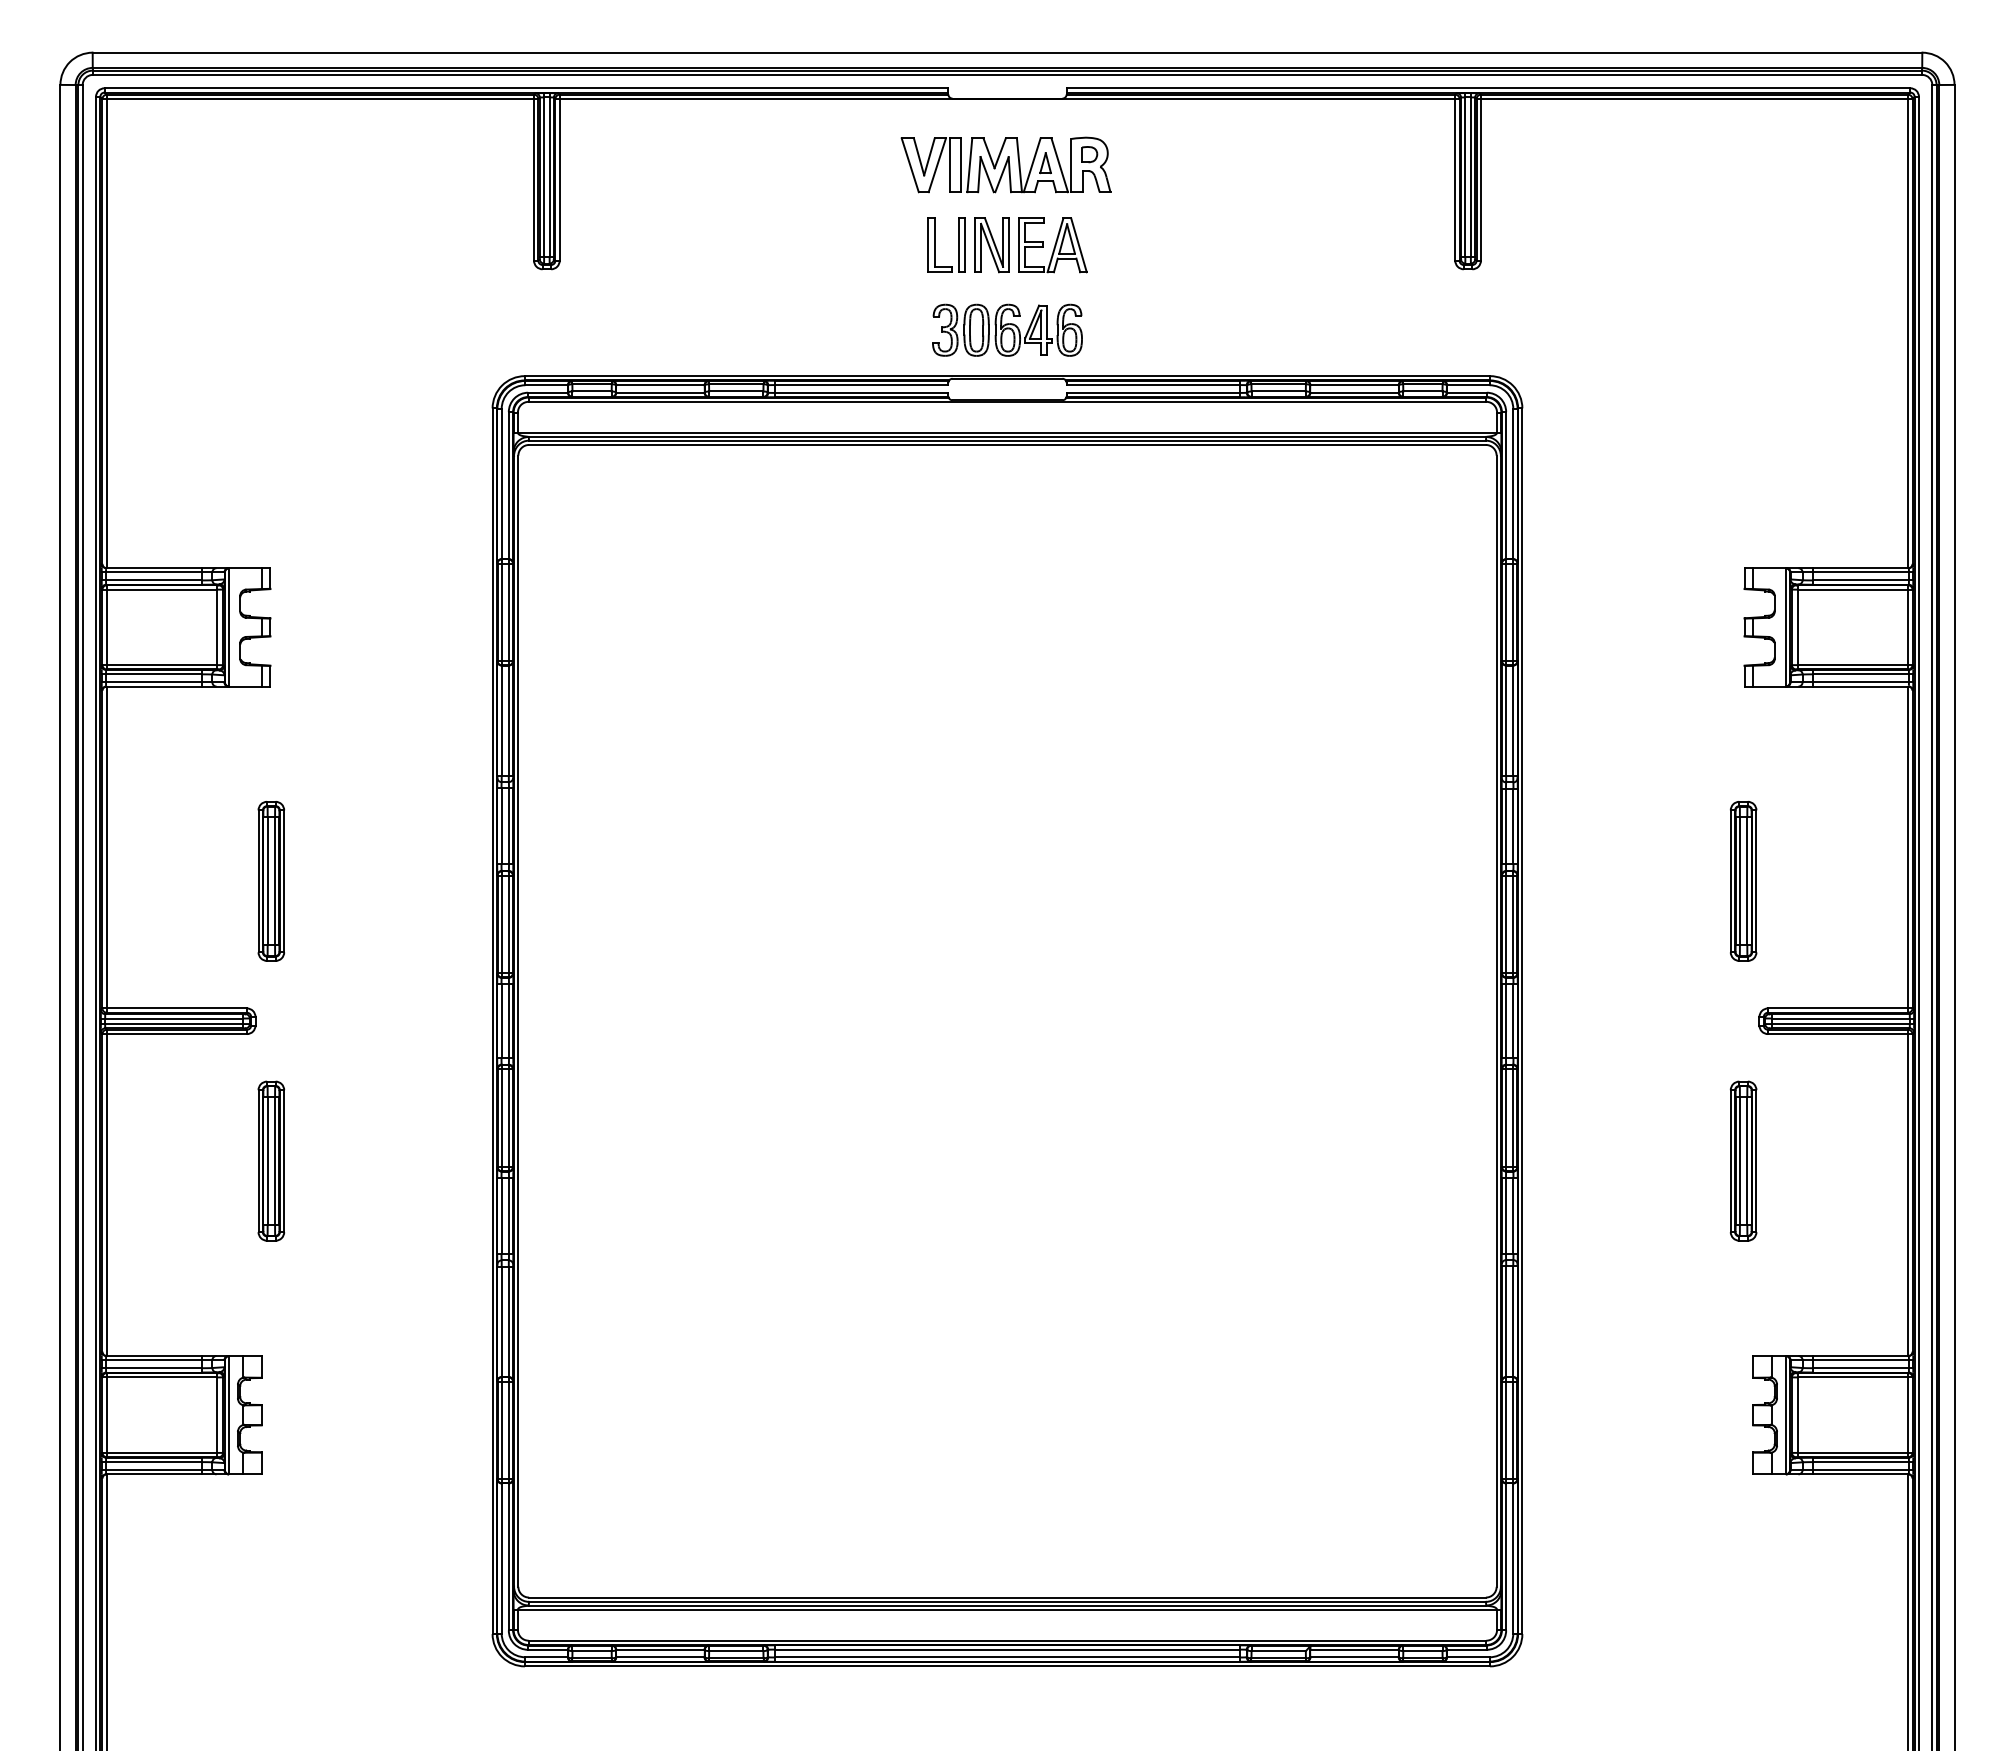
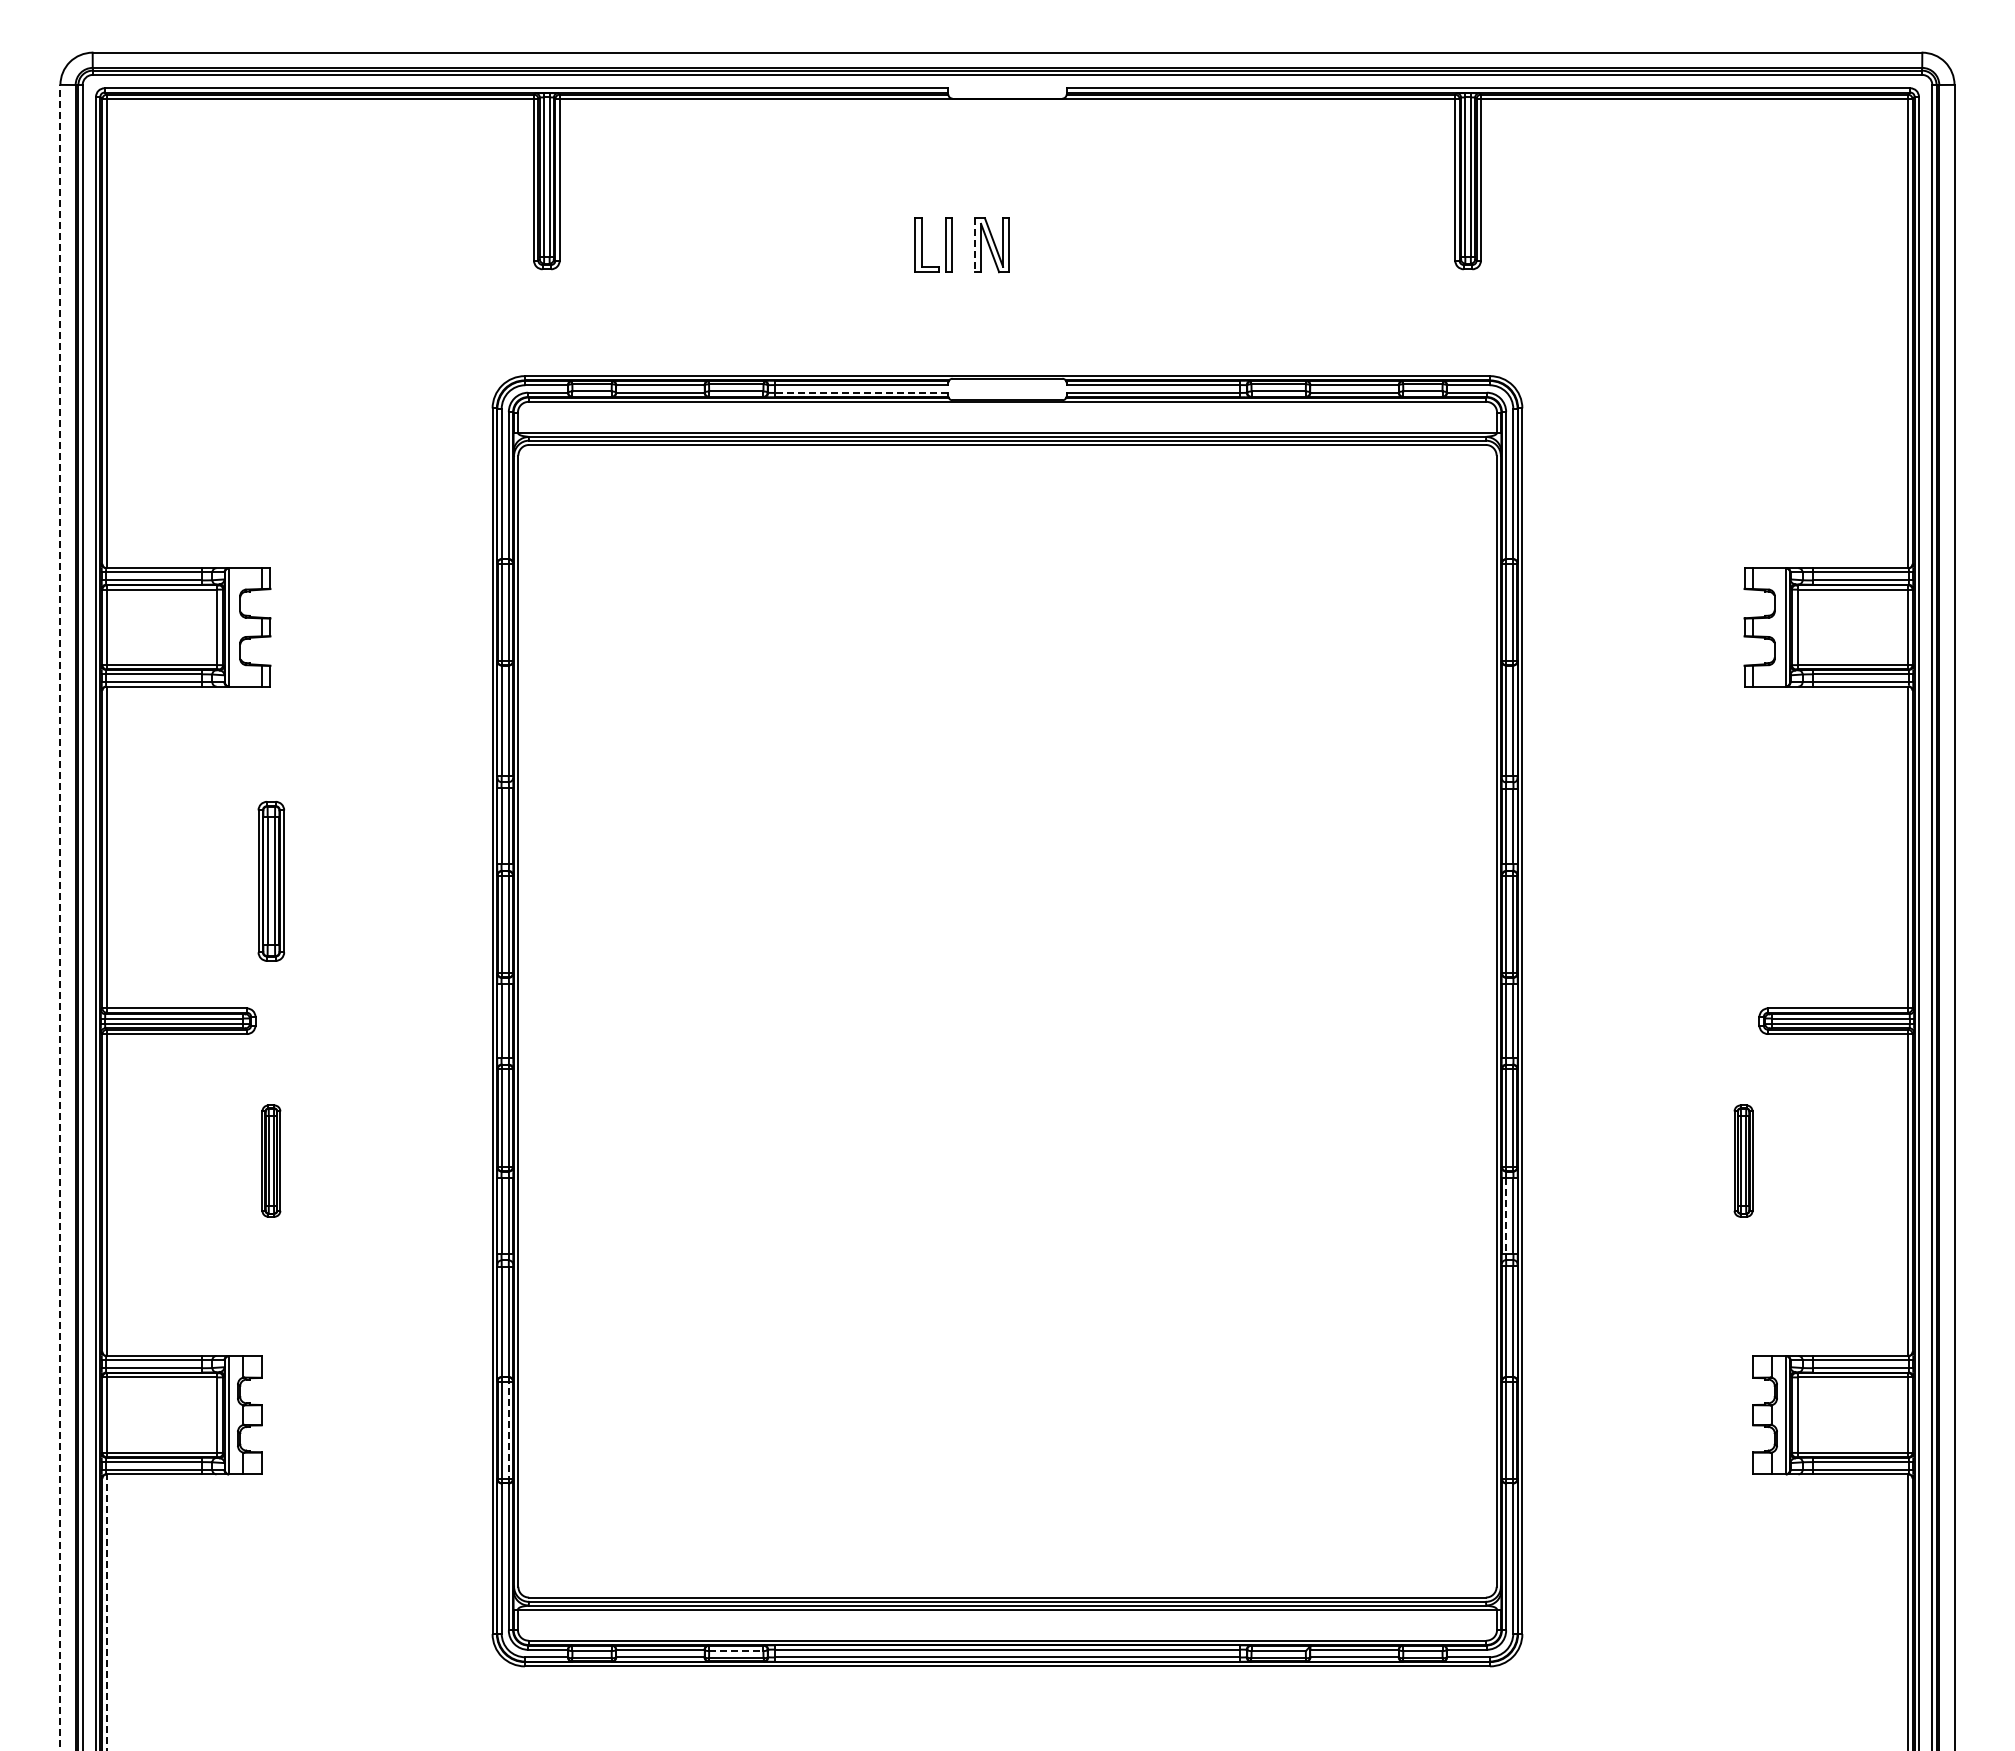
part at (1005, 164): present -> none
part at (935, 244) position: (935, 244) -> (922, 244)
line at (975, 245): solid -> dashed
part at (1052, 245): present -> none
part at (1007, 329): present -> none
line at (861, 392): solid -> dashed
part at (1743, 881): present -> none
line at (60, 917): solid -> dashed
part at (271, 1160) size: 29x162 px -> 21x114 px
part at (1743, 1160) size: 29x162 px -> 21x114 px
line at (1506, 1215): solid -> dashed
line at (508, 1429): solid -> dashed
line at (106, 1612): solid -> dashed
line at (736, 1651): solid -> dashed
